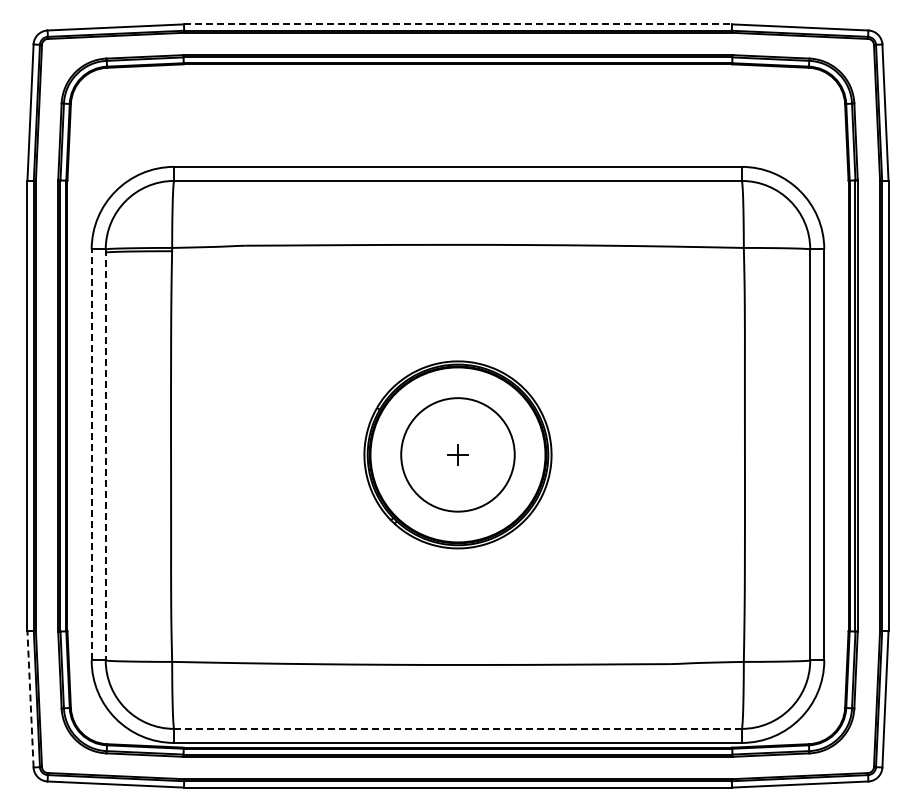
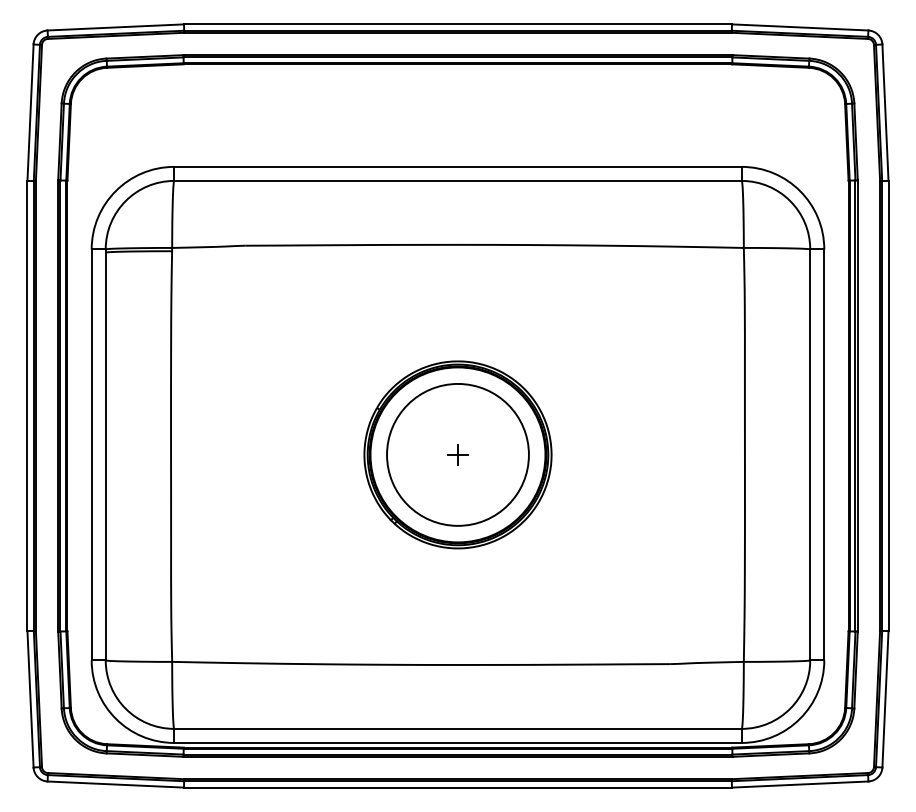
line at (458, 24): dashed -> solid
line at (91, 454): dashed -> solid
circle at (457, 454) diameter: 114 px -> 142 px
line at (105, 455): dashed -> solid
line at (30, 698): dashed -> solid
line at (457, 728): dashed -> solid
